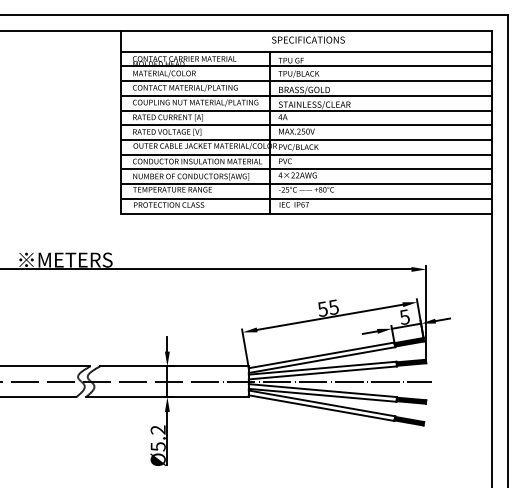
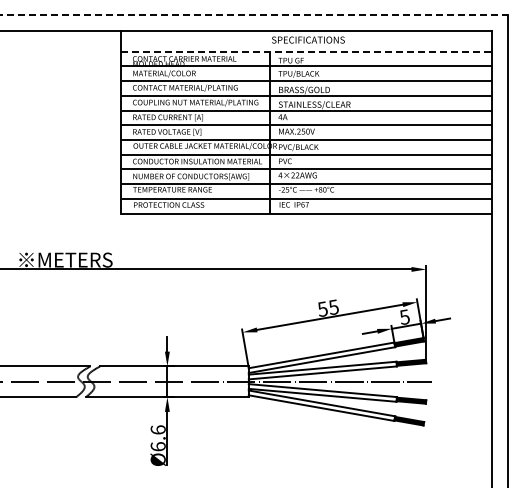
line at (254, 14): solid -> dashed
line at (306, 51): solid -> dashed
text at (157, 438): Ø5.2 -> Ø6.6
